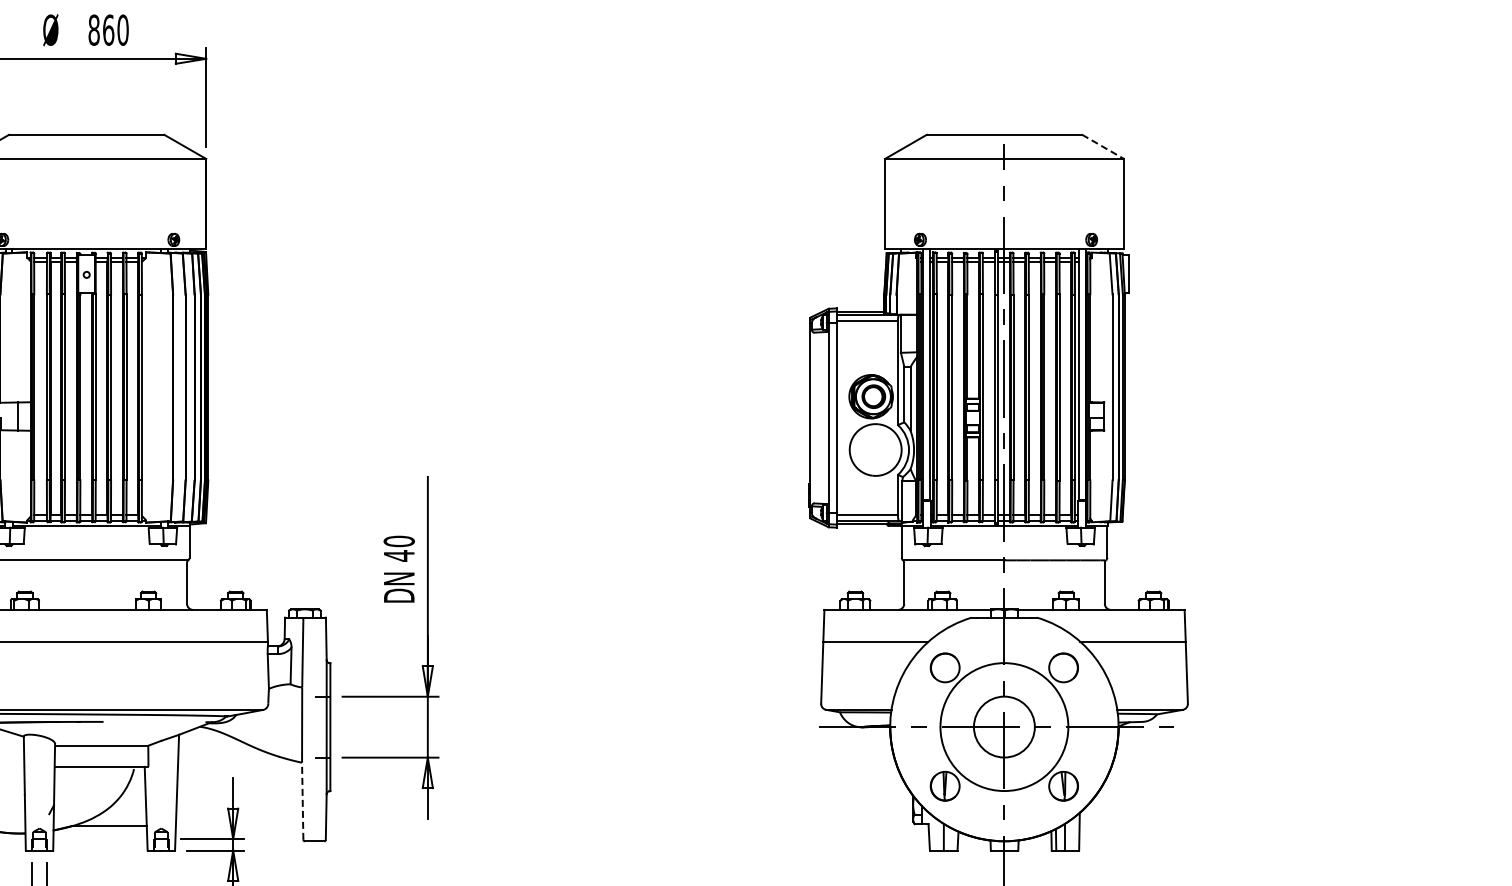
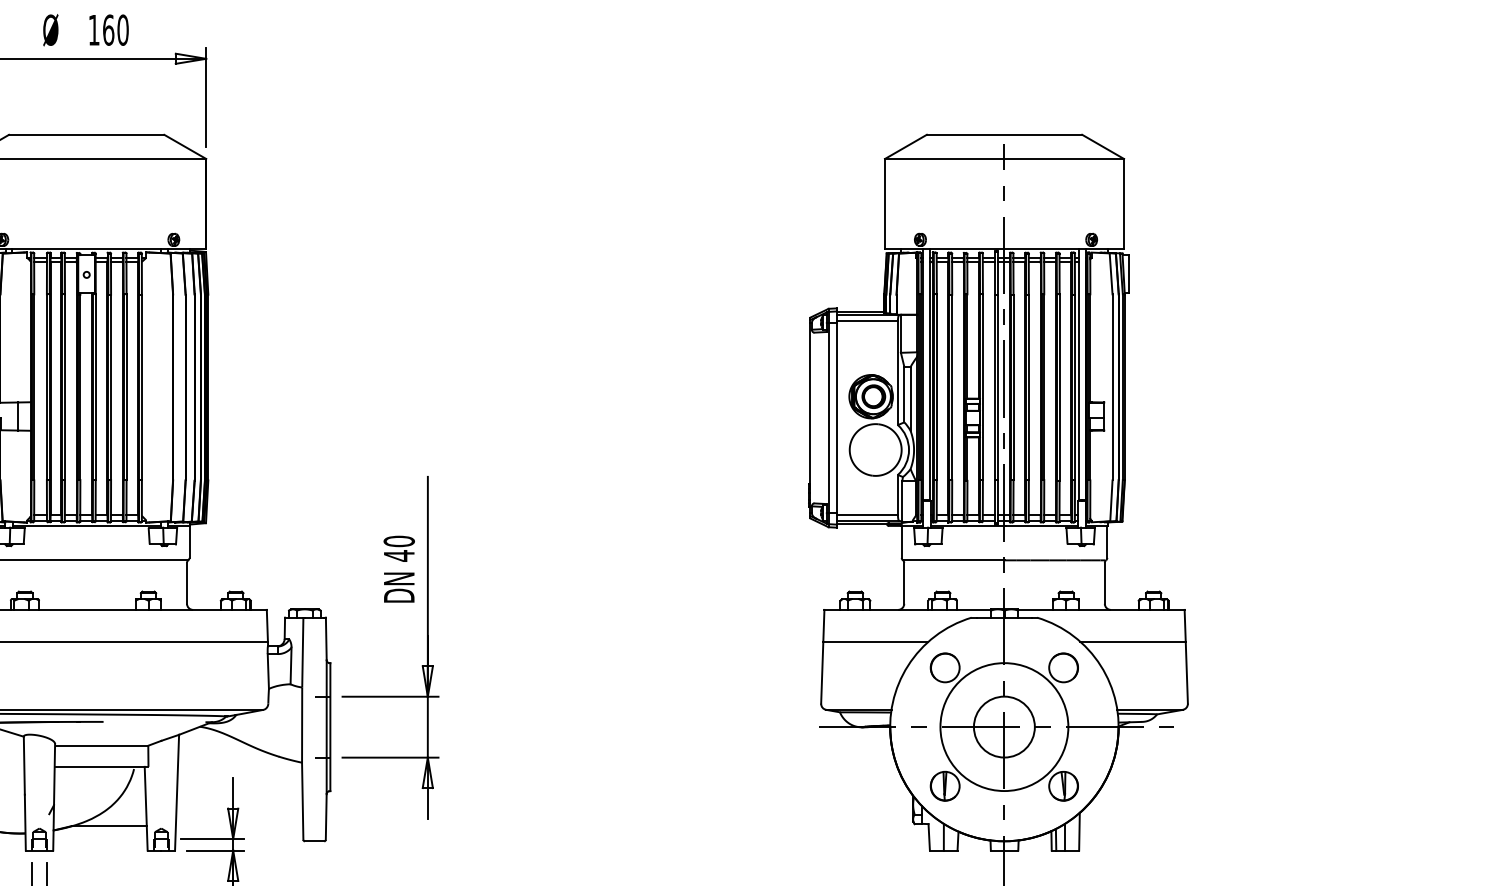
text at (93, 29): 860 -> 160
line at (1103, 147): dashed -> solid
line at (302, 801): dashed -> solid
